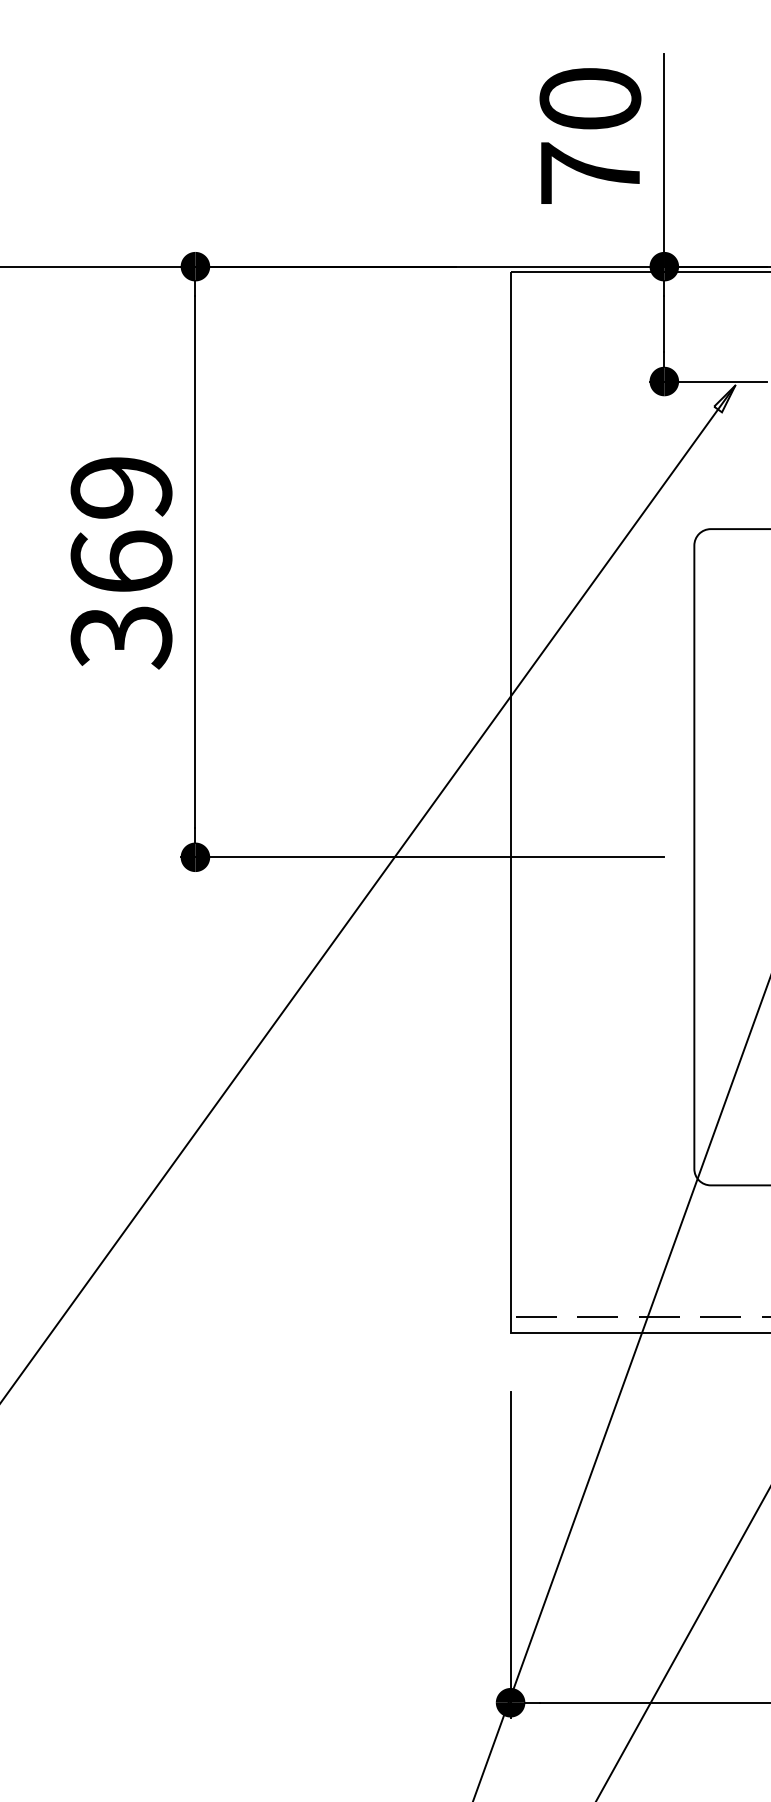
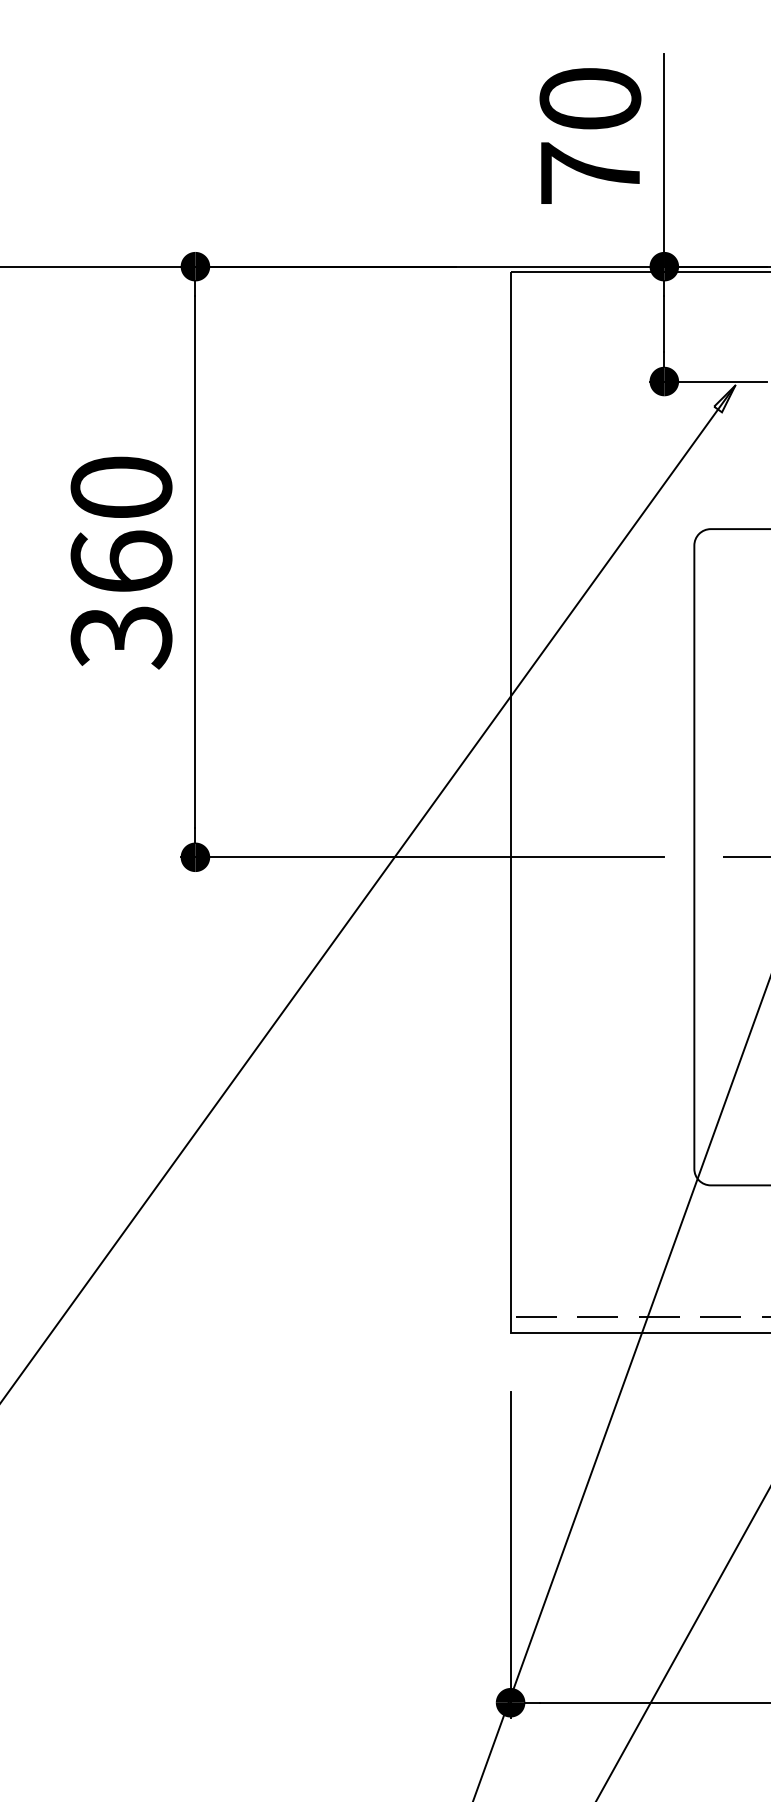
text at (121, 487): 369 -> 360
line at (745, 857): none -> present
